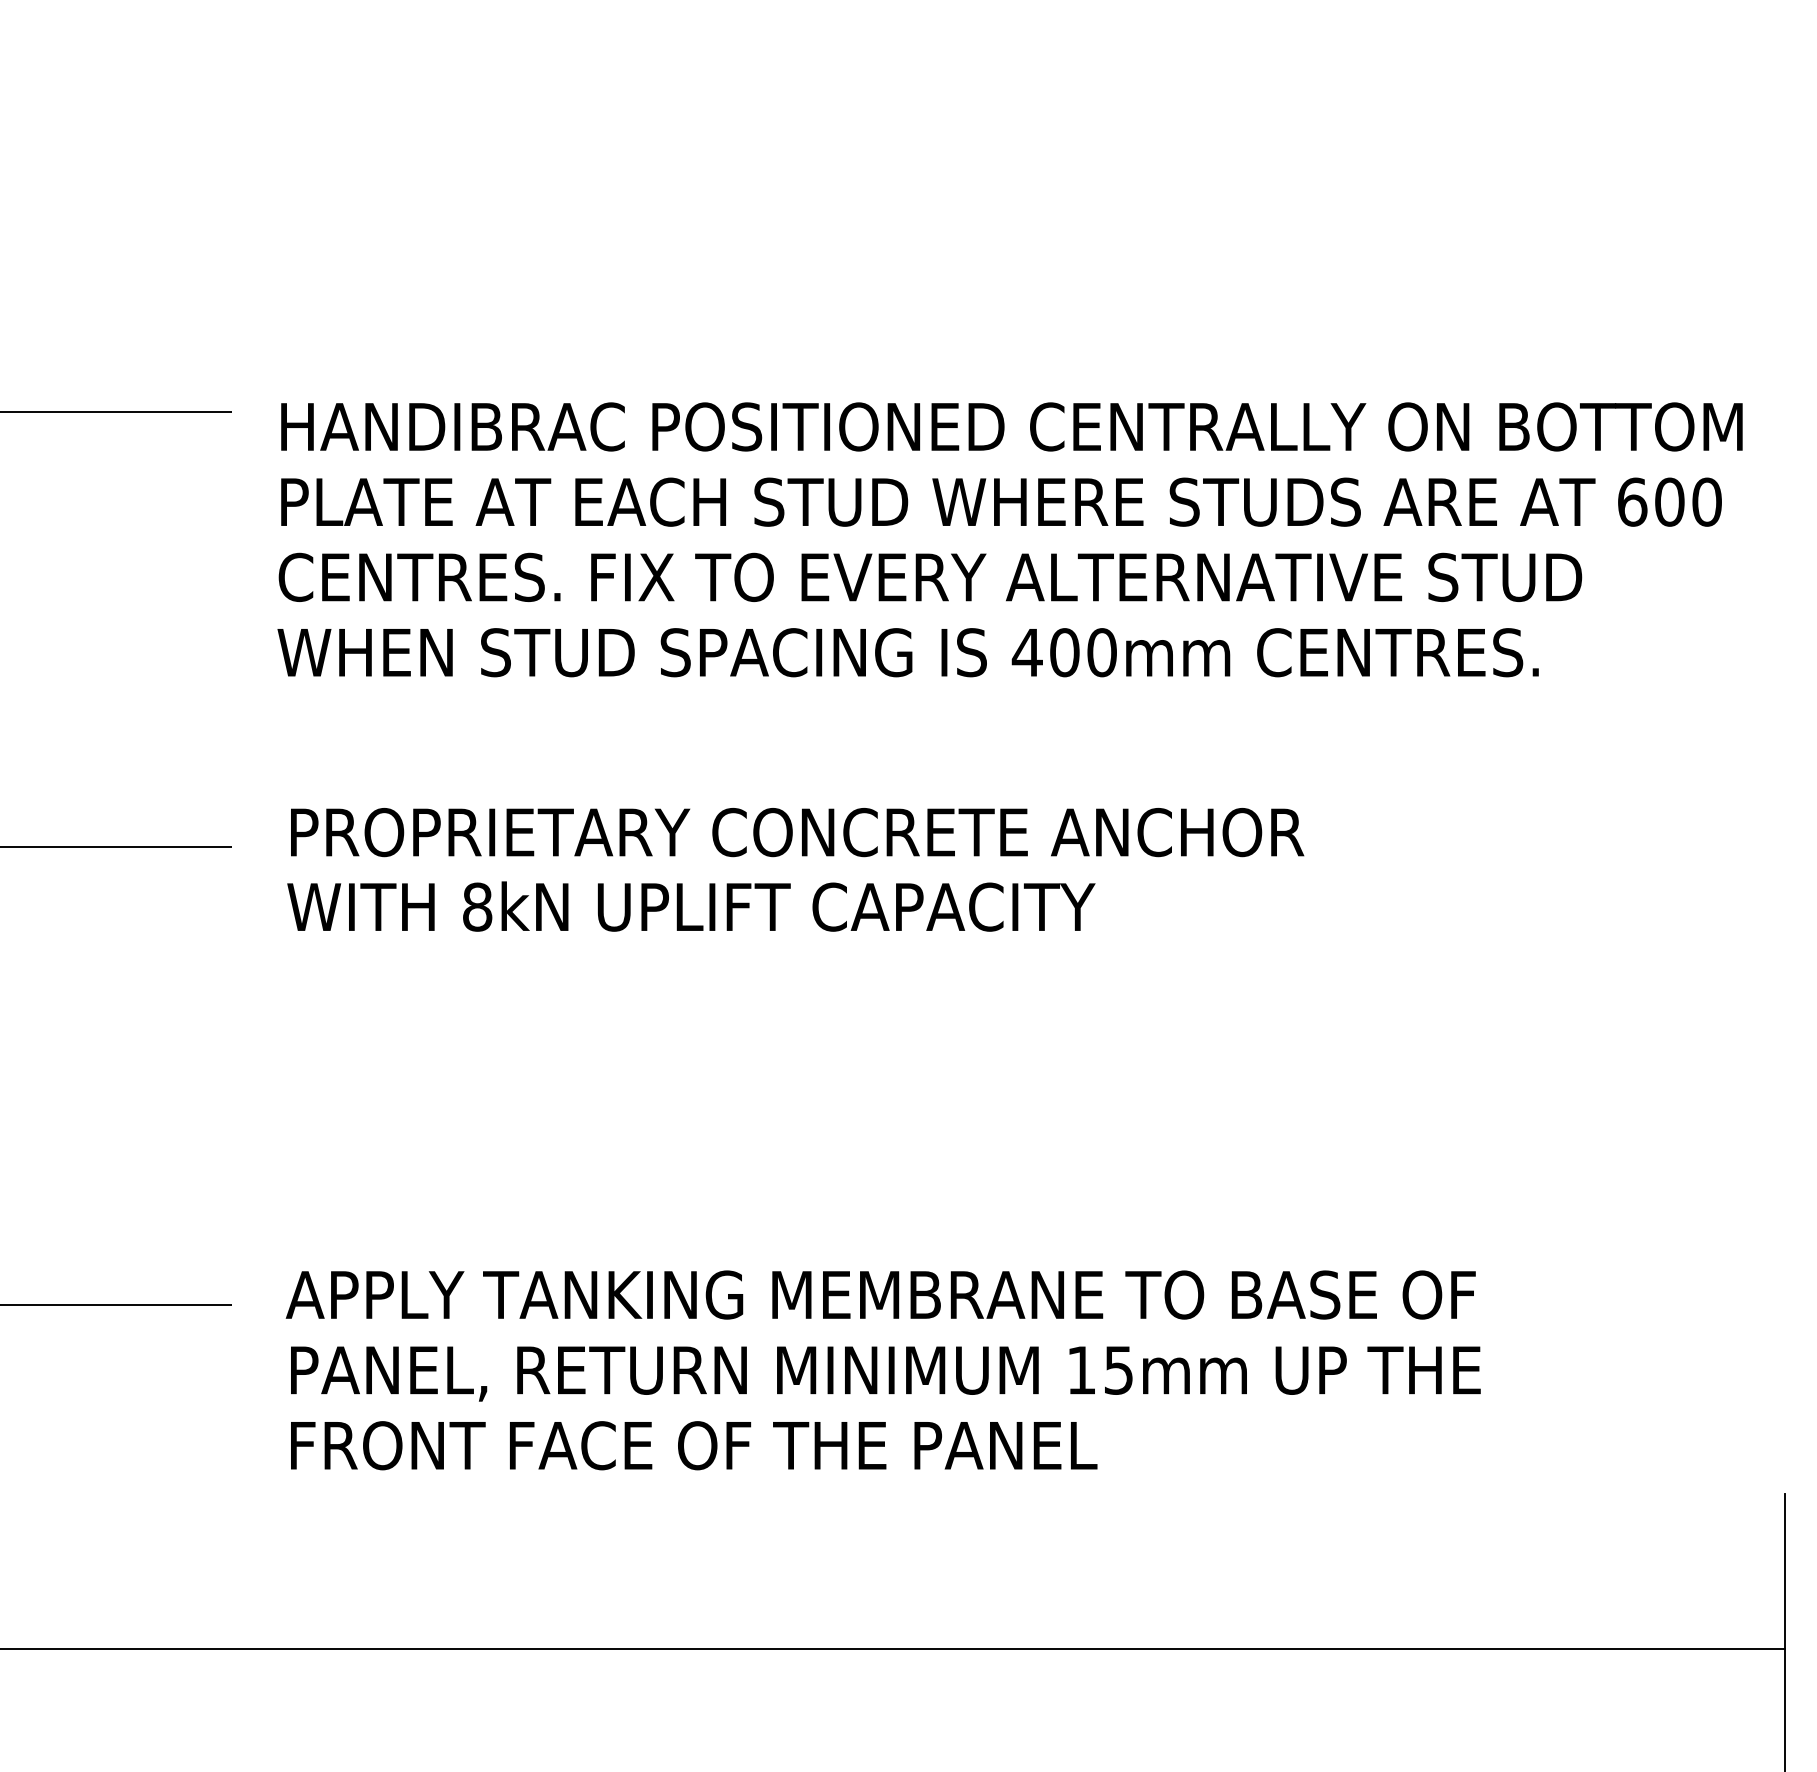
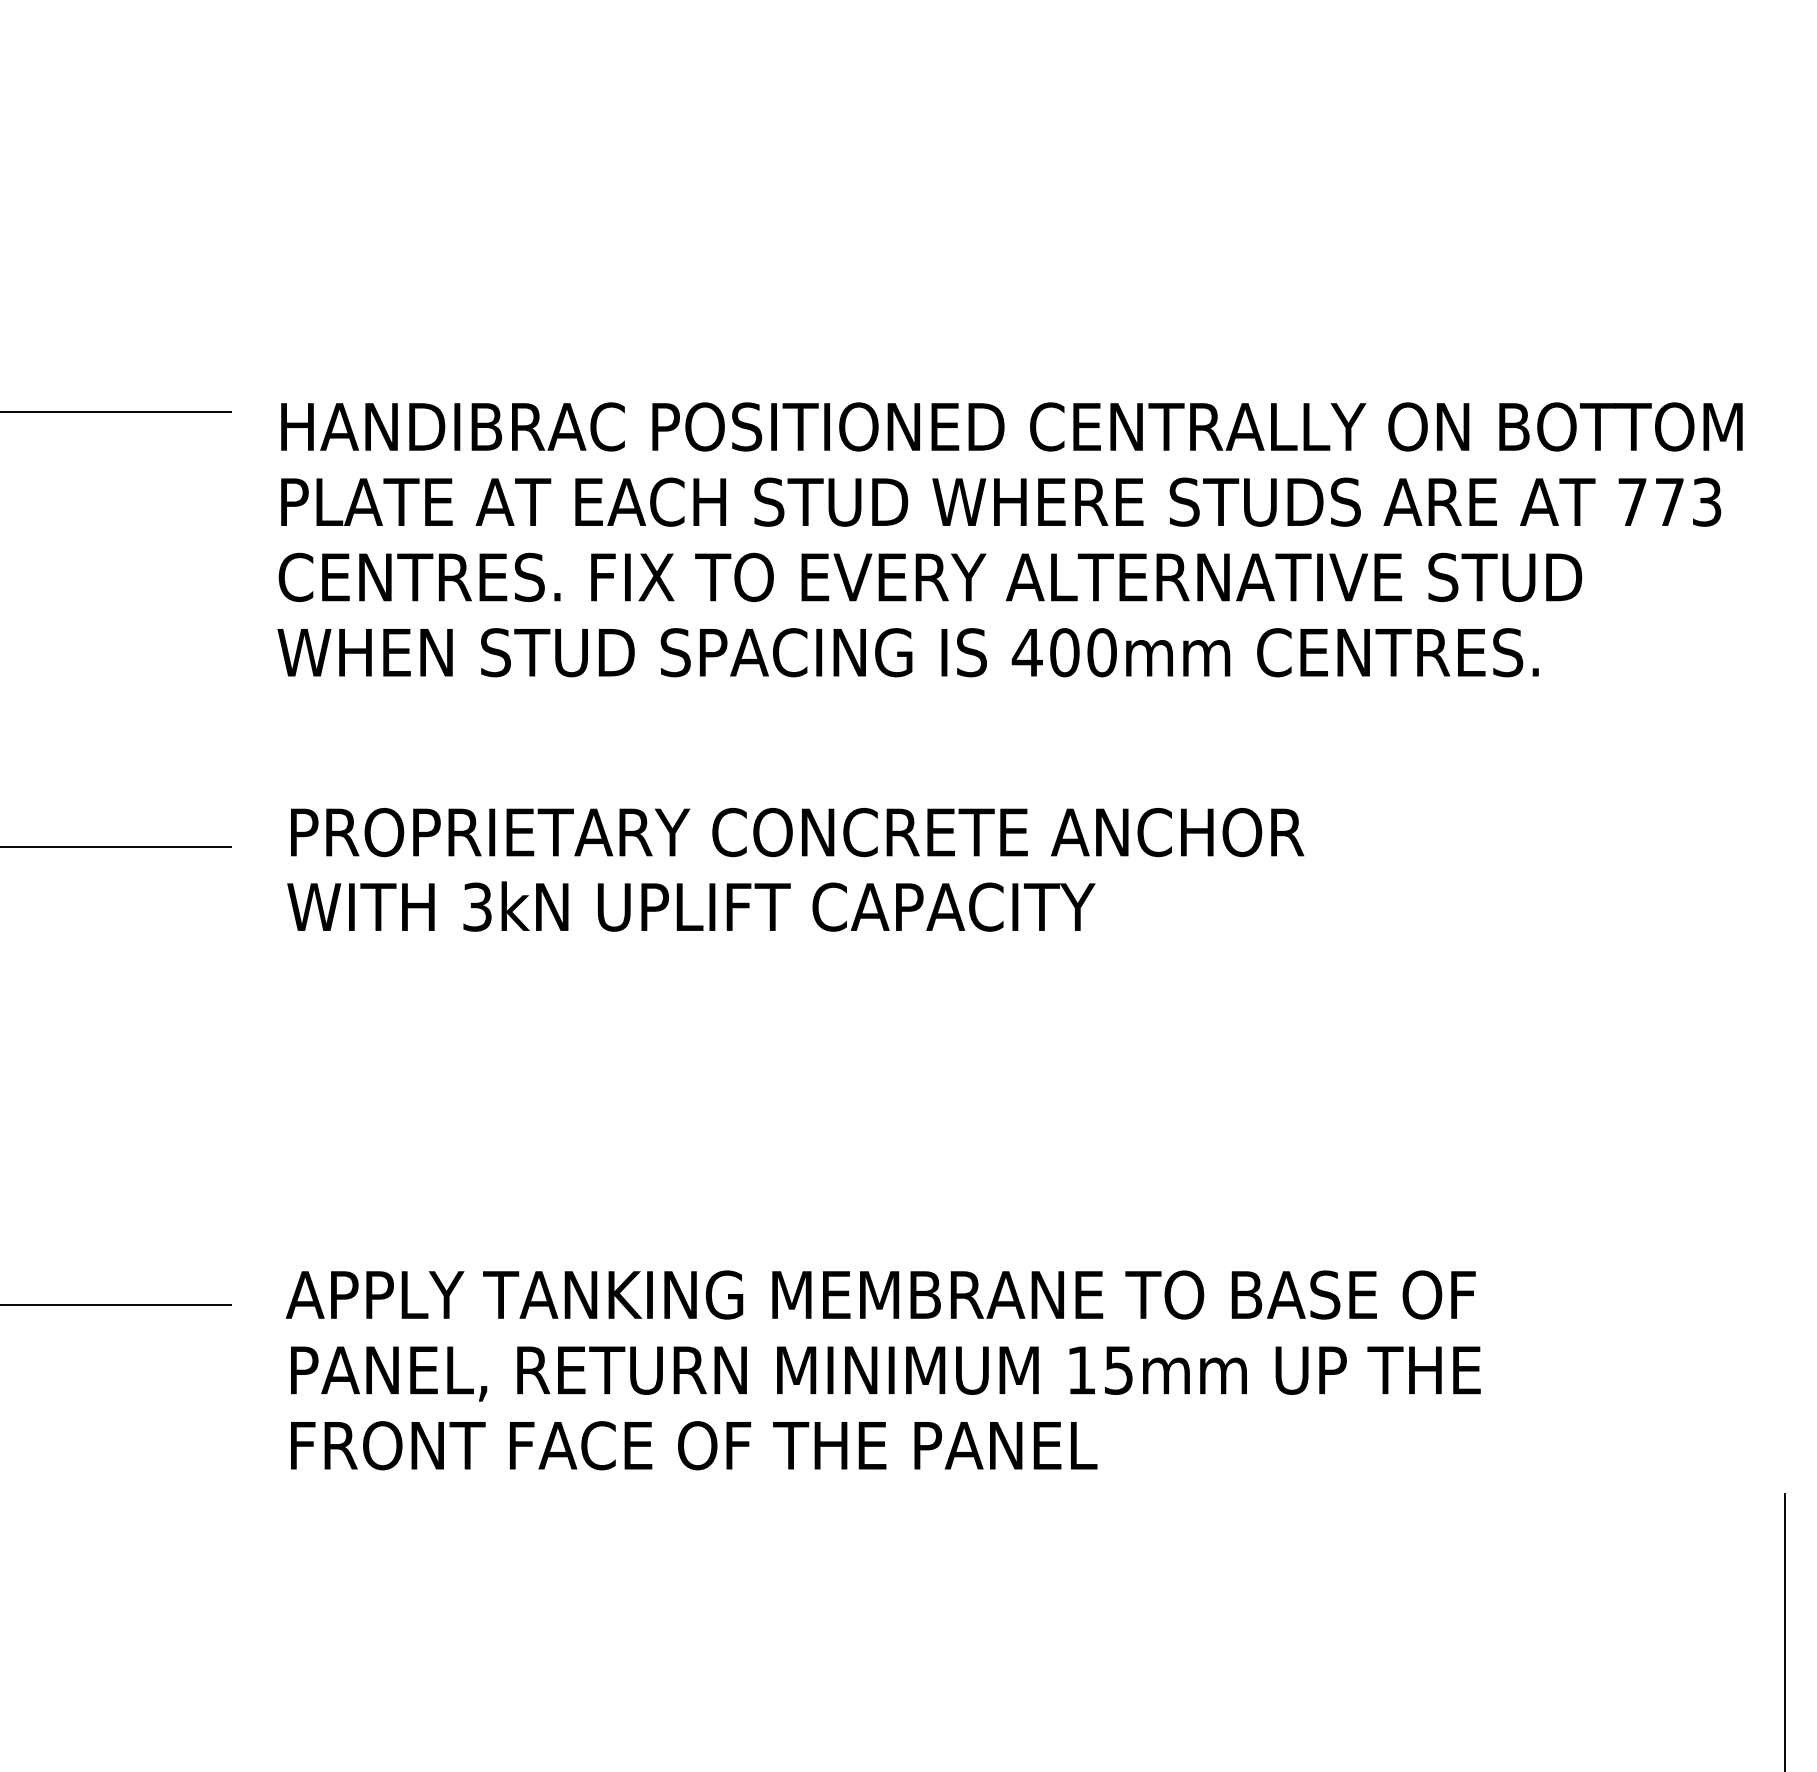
text at (1669, 501): 600 -> 773
text at (477, 906): 8kN -> 3kN
line at (893, 1648): present -> none
